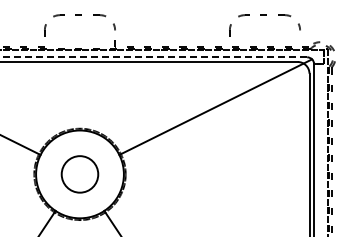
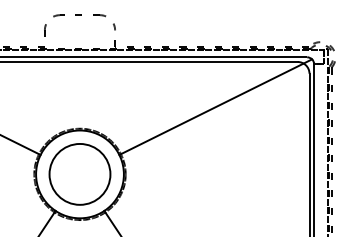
part at (264, 15): present -> none
line at (153, 57): dashed -> solid
circle at (79, 174) diameter: 37 px -> 61 px
